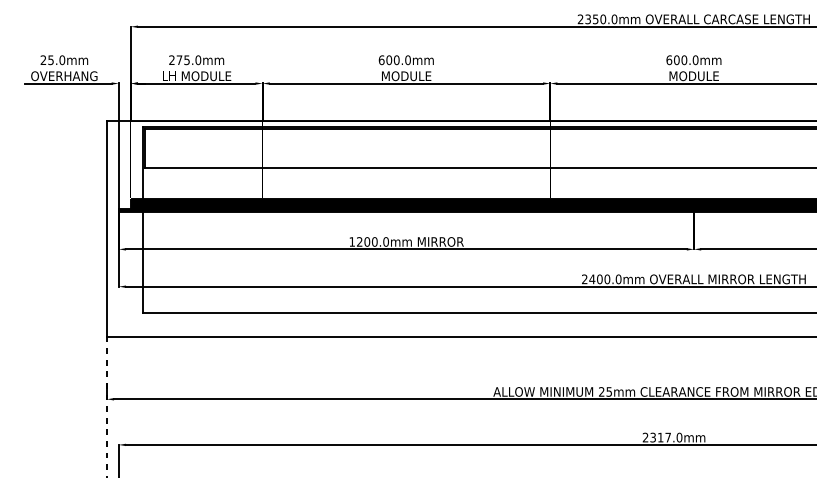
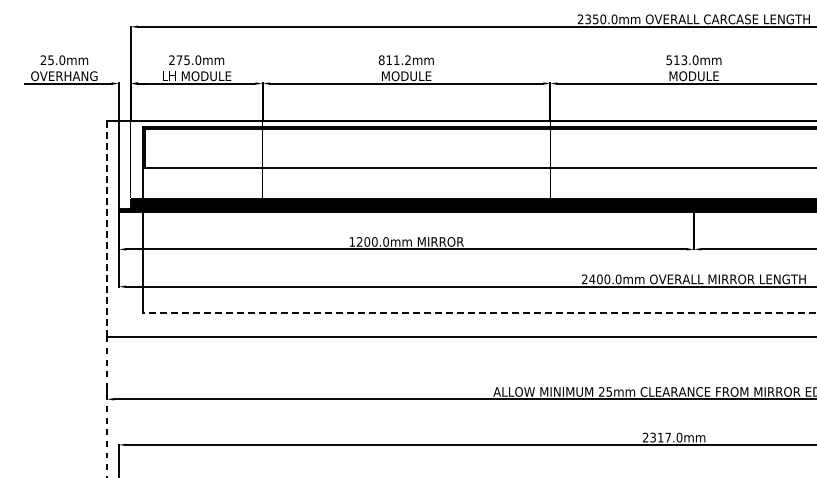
text at (394, 60): 600.0mm -> 811.2mm
text at (676, 60): 600.0mm -> 513.0mm
line at (106, 229): solid -> dashed
line at (479, 313): solid -> dashed
